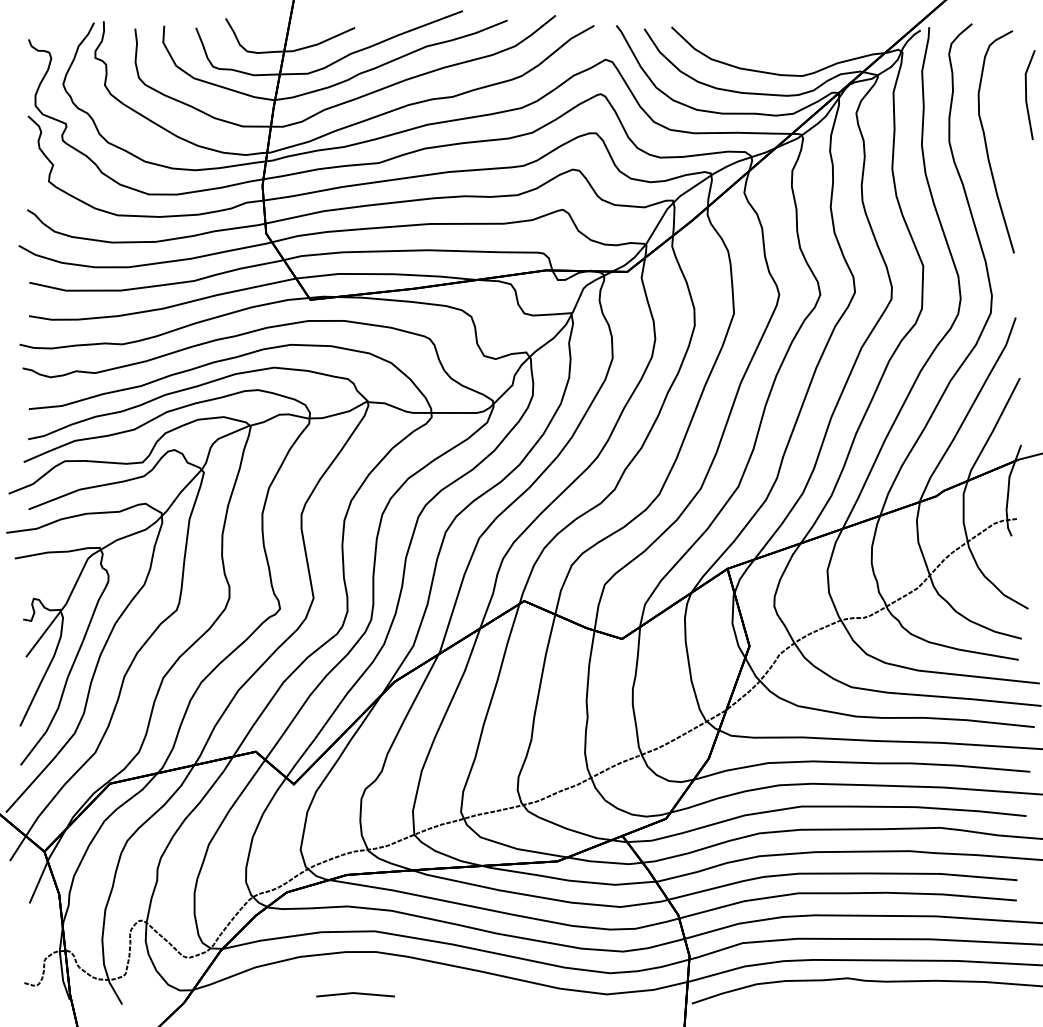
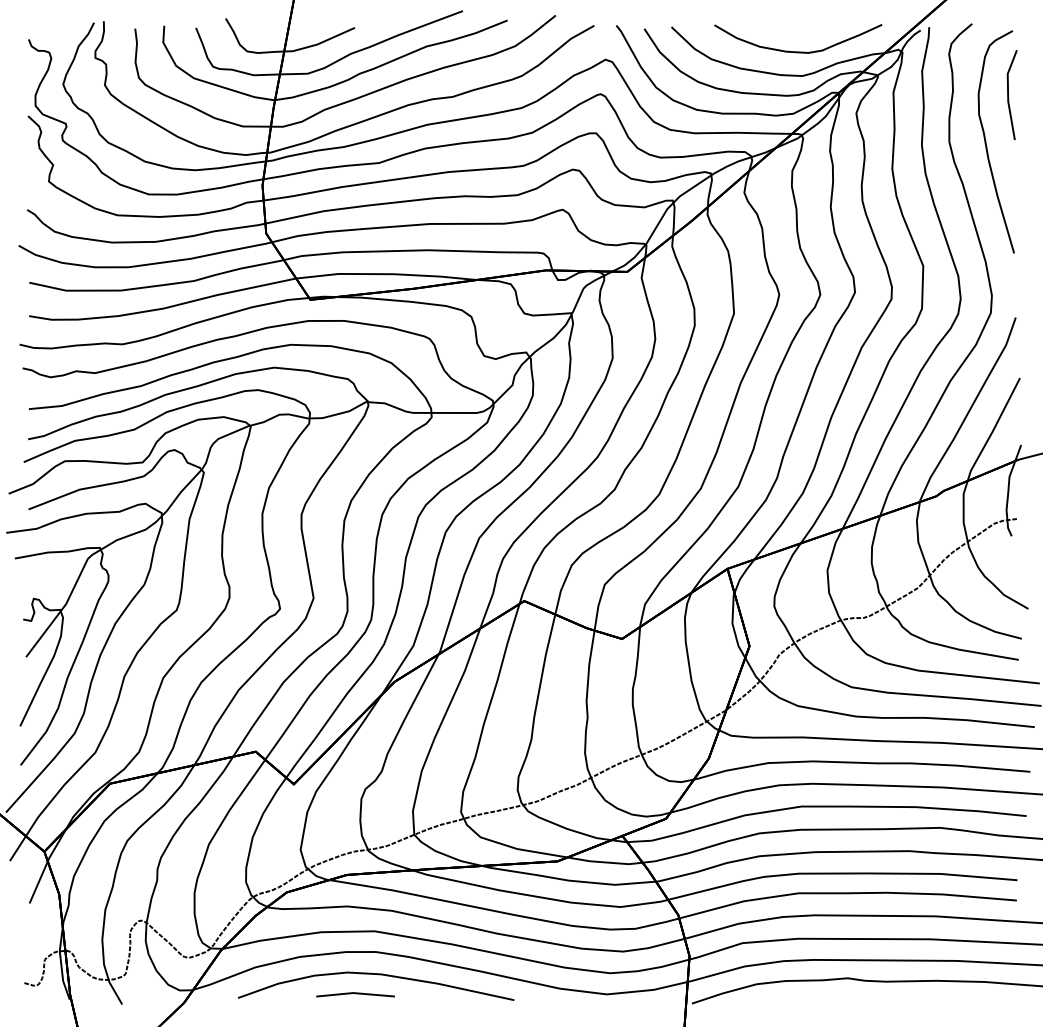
curve at (798, 51): none -> present
line at (1027, 97) position: (1027, 97) -> (1009, 97)
curve at (377, 975): none -> present
